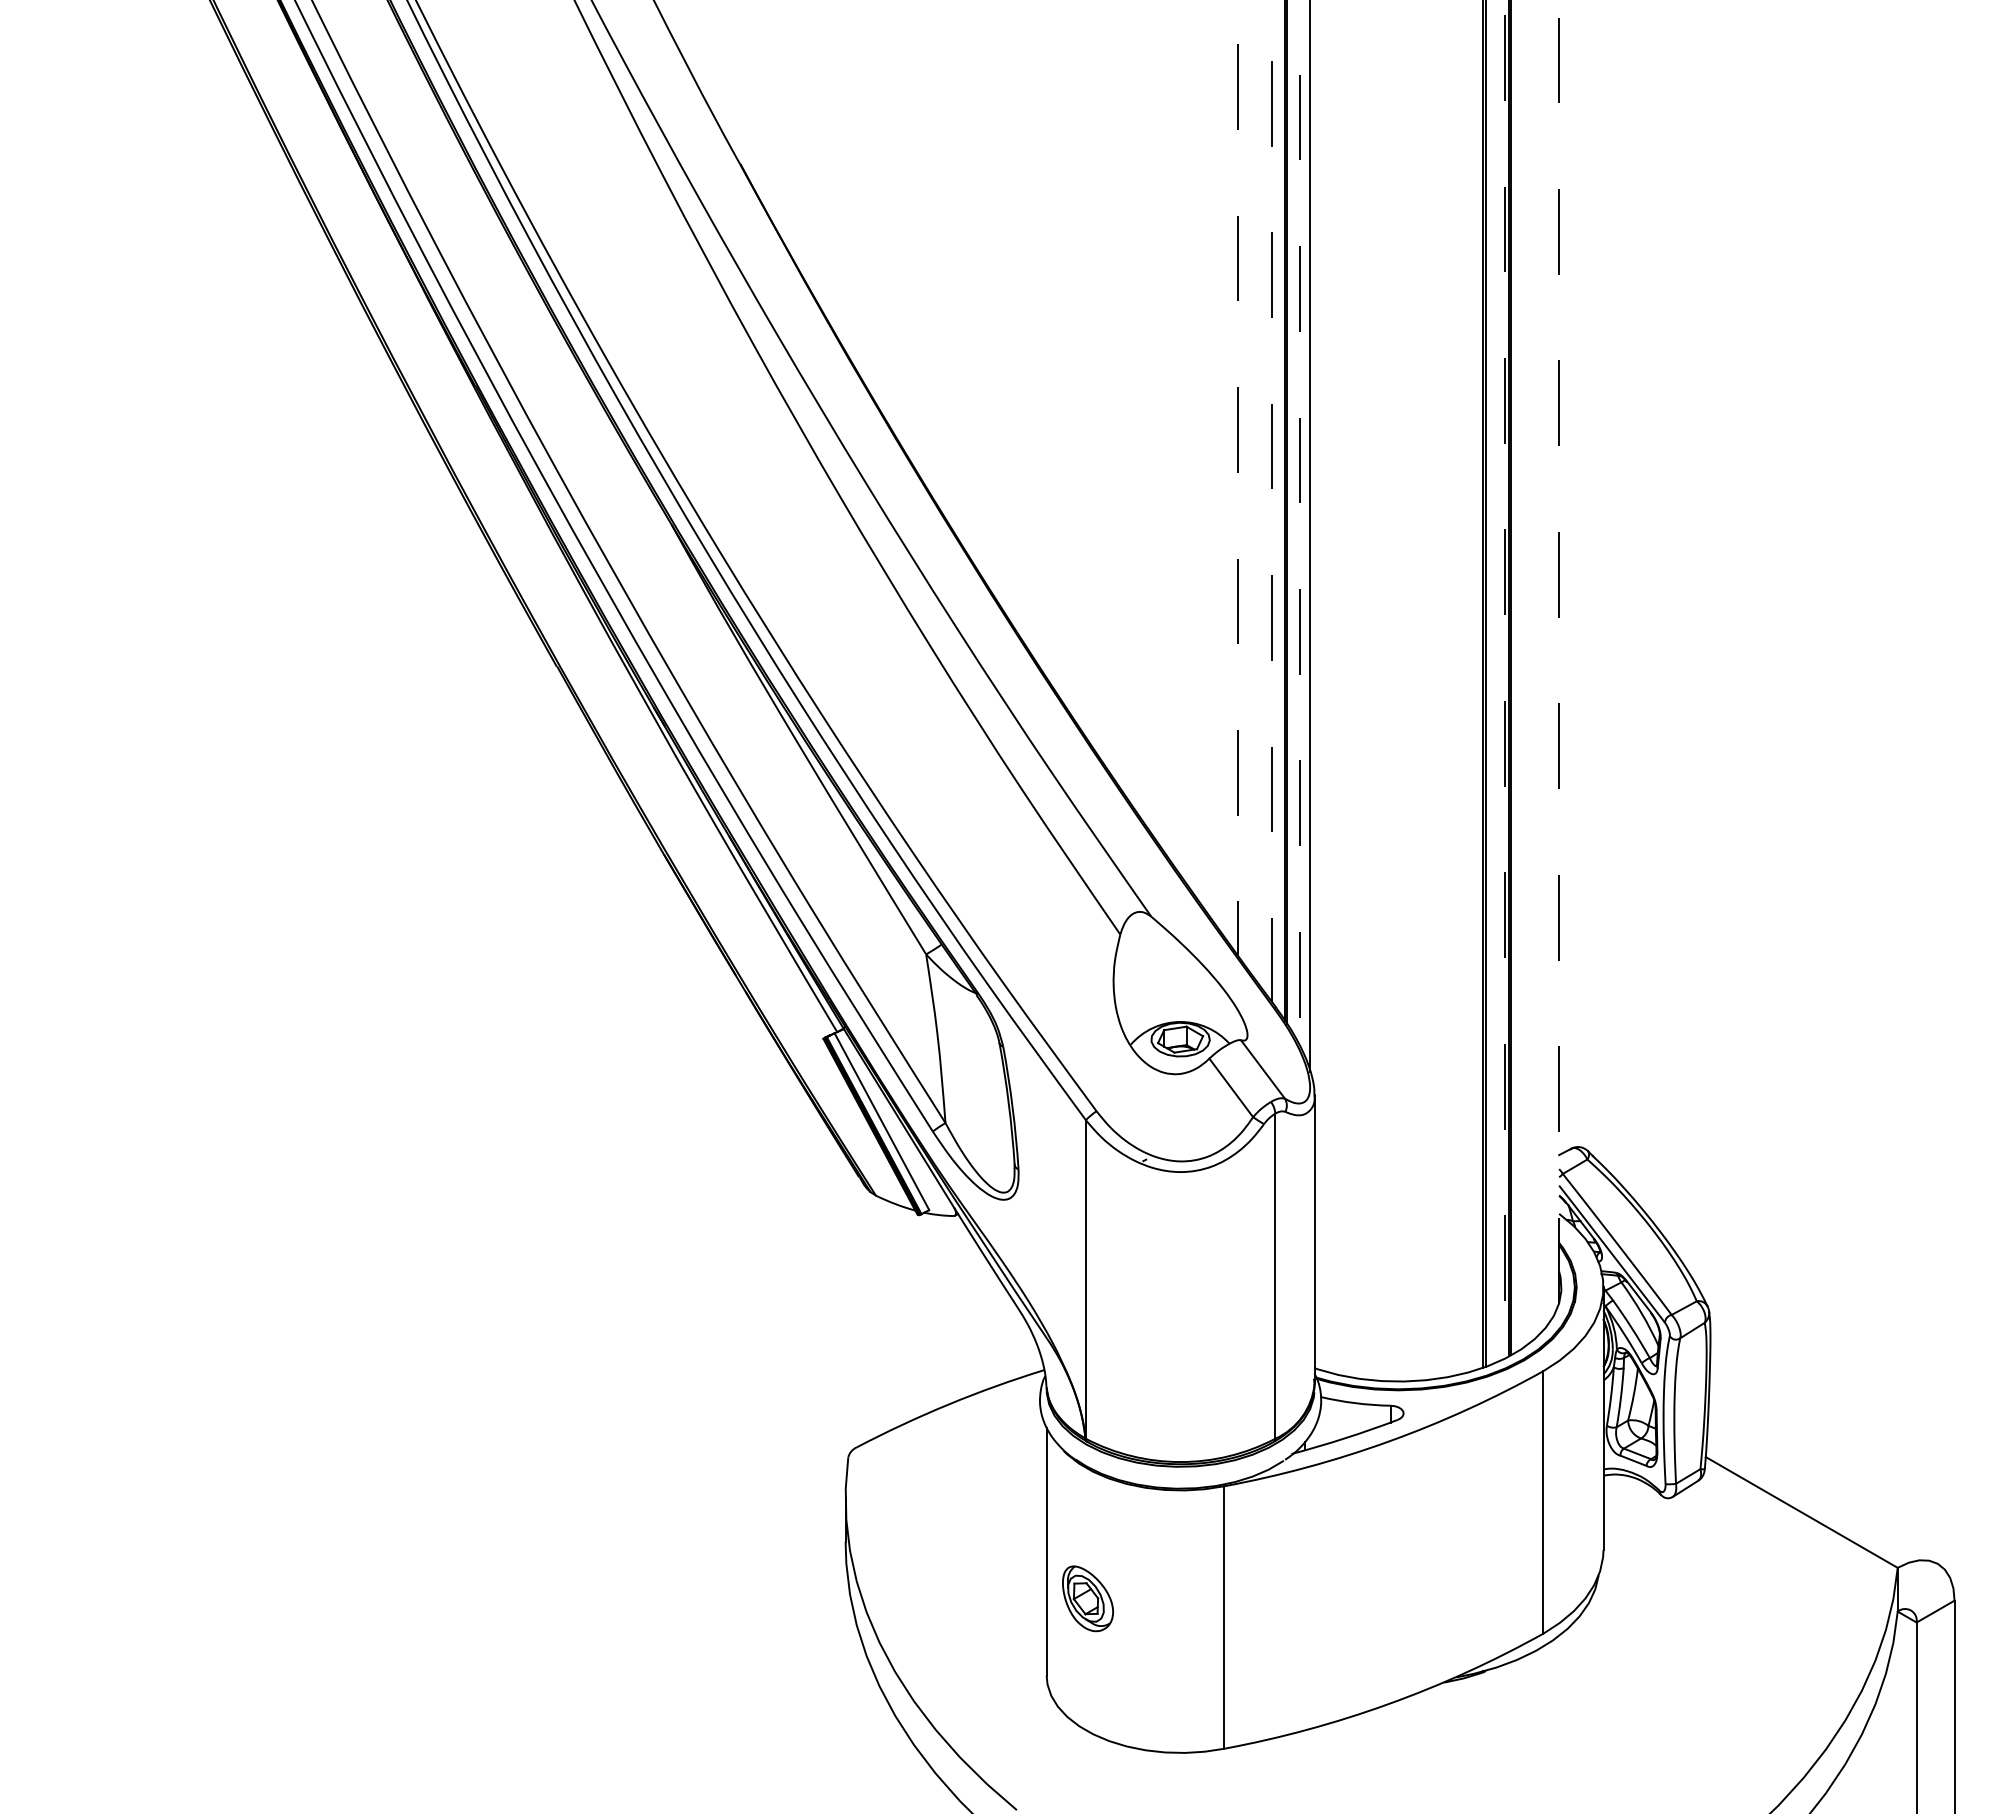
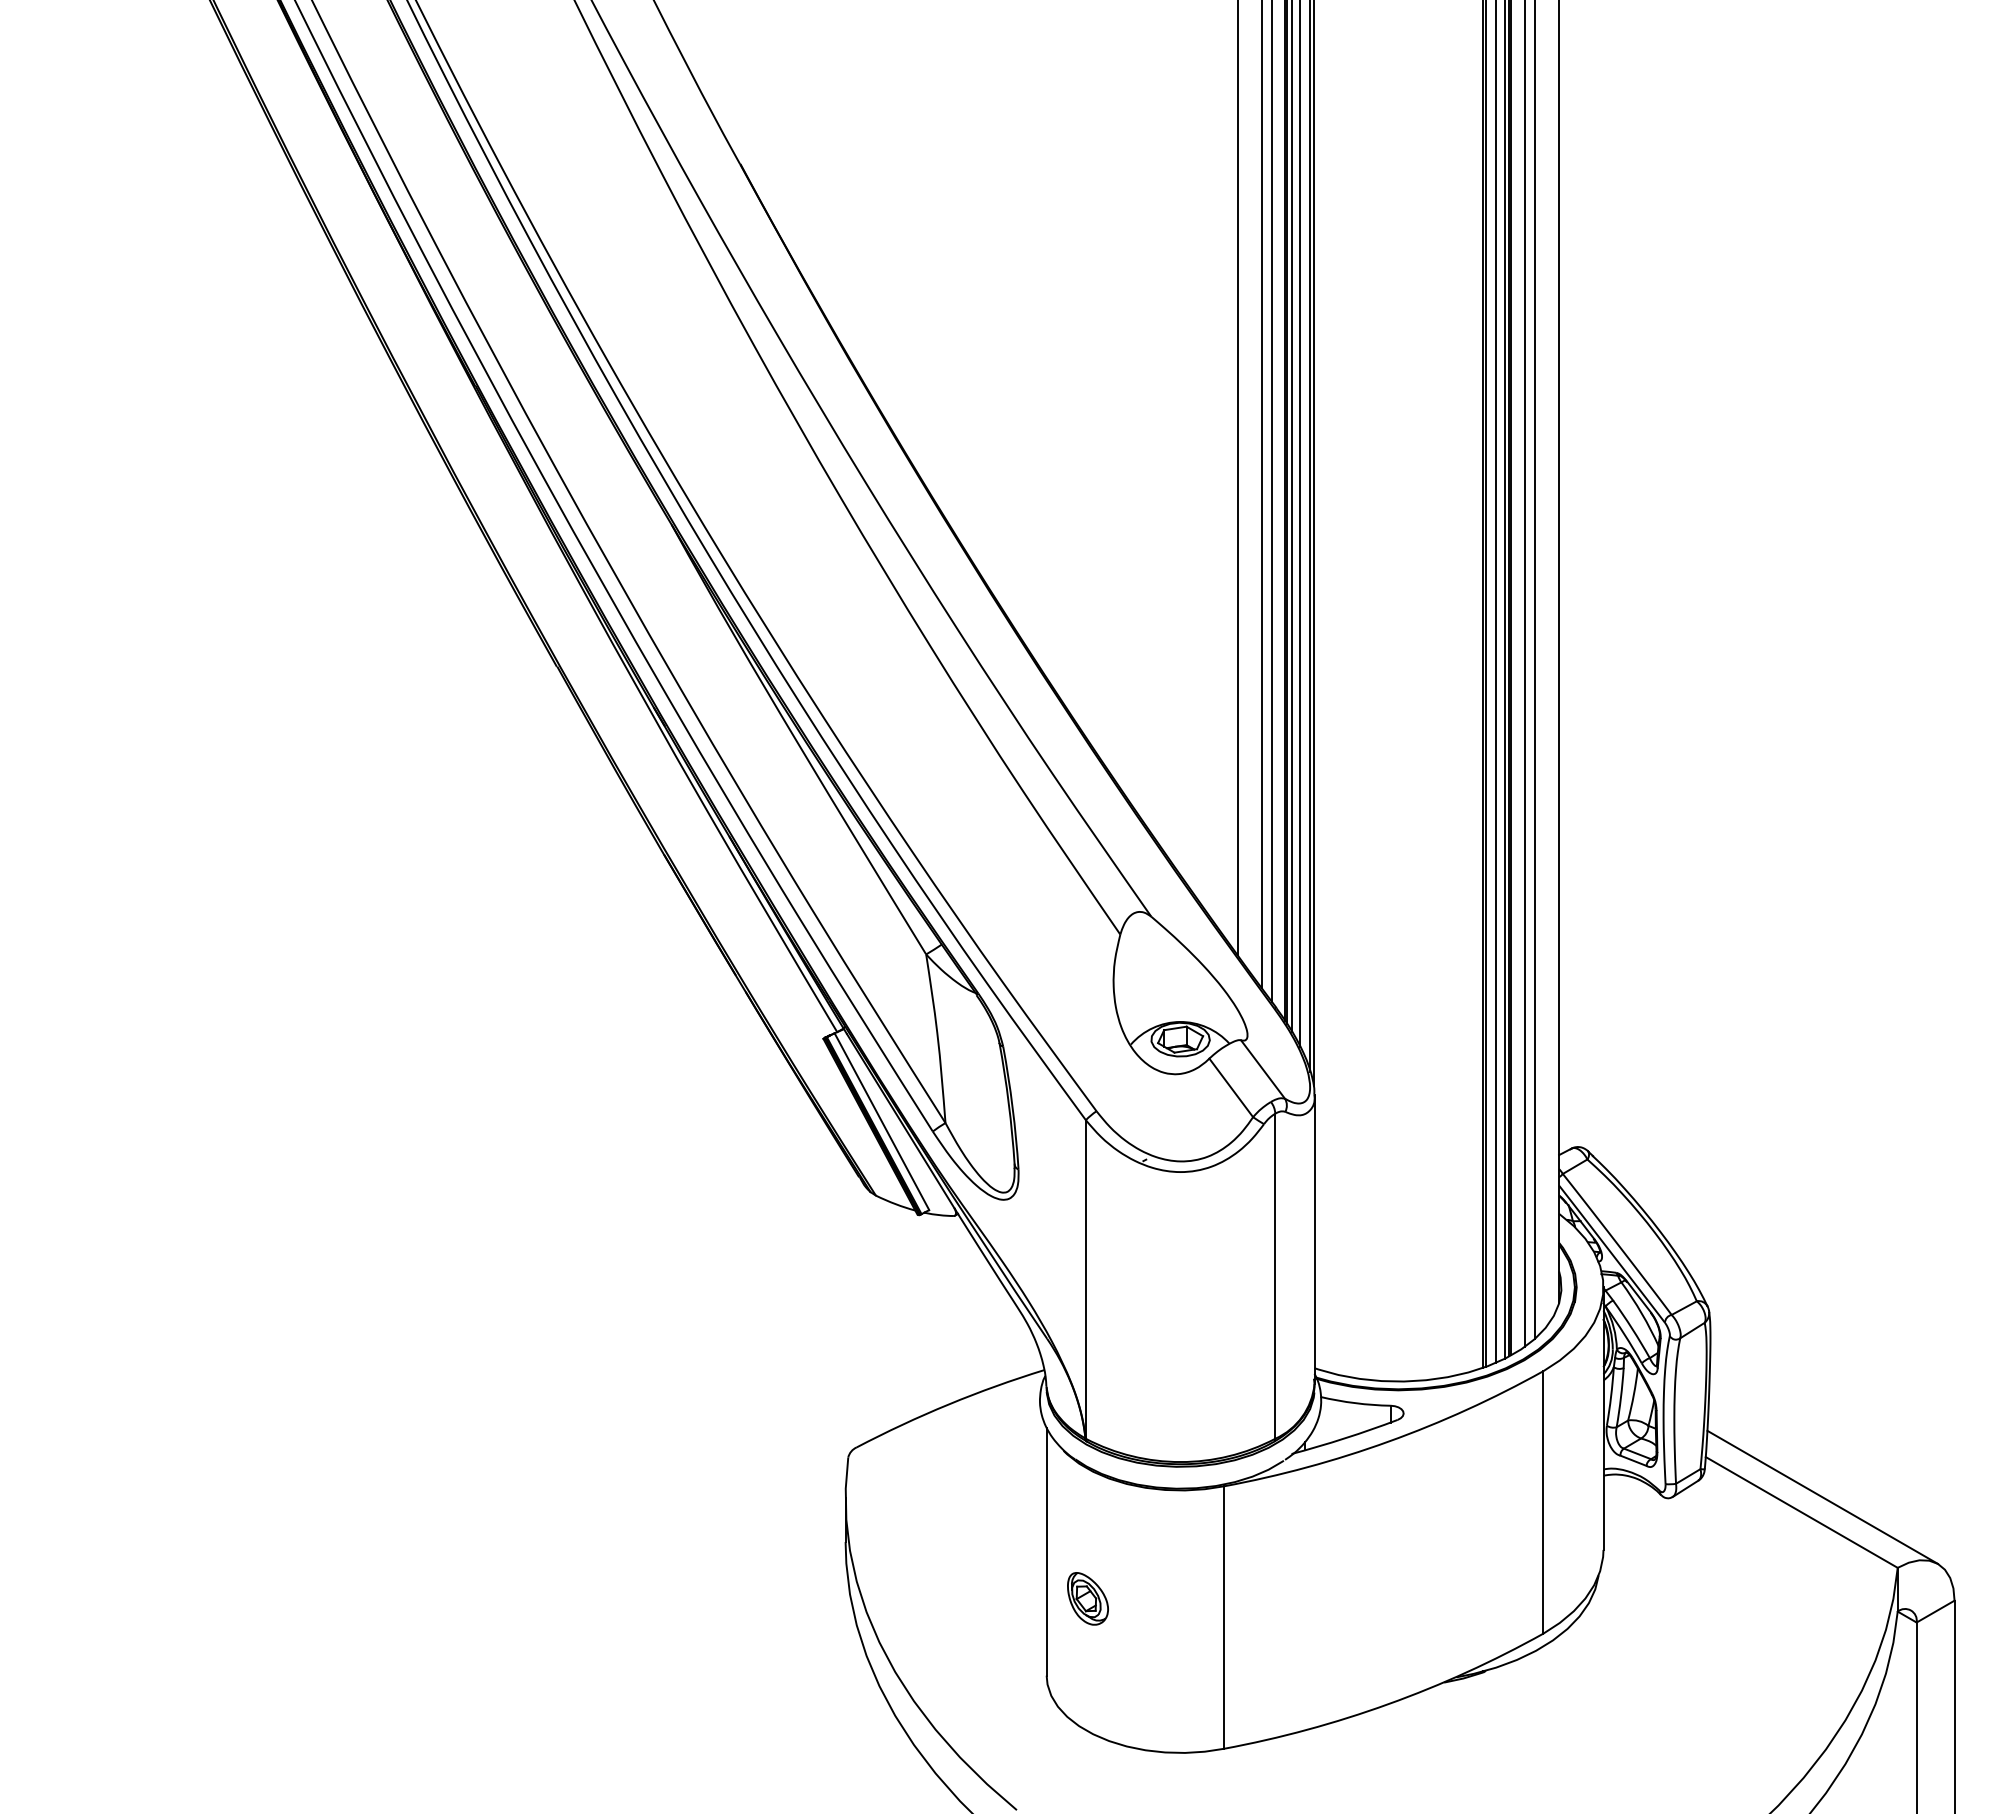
line at (1237, 478): dashed -> solid
line at (1261, 495): none -> present
line at (1272, 501): dashed -> solid
line at (1292, 516): none -> present
line at (1300, 524): dashed -> solid
line at (1313, 543): none -> present
line at (1559, 651): dashed -> solid
line at (1534, 670): none -> present
line at (1524, 674): none -> present
line at (1504, 680): dashed -> solid
line at (1496, 682): none -> present
line at (1822, 1496): none -> present
part at (1087, 1598) size: 52x68 px -> 42x54 px
